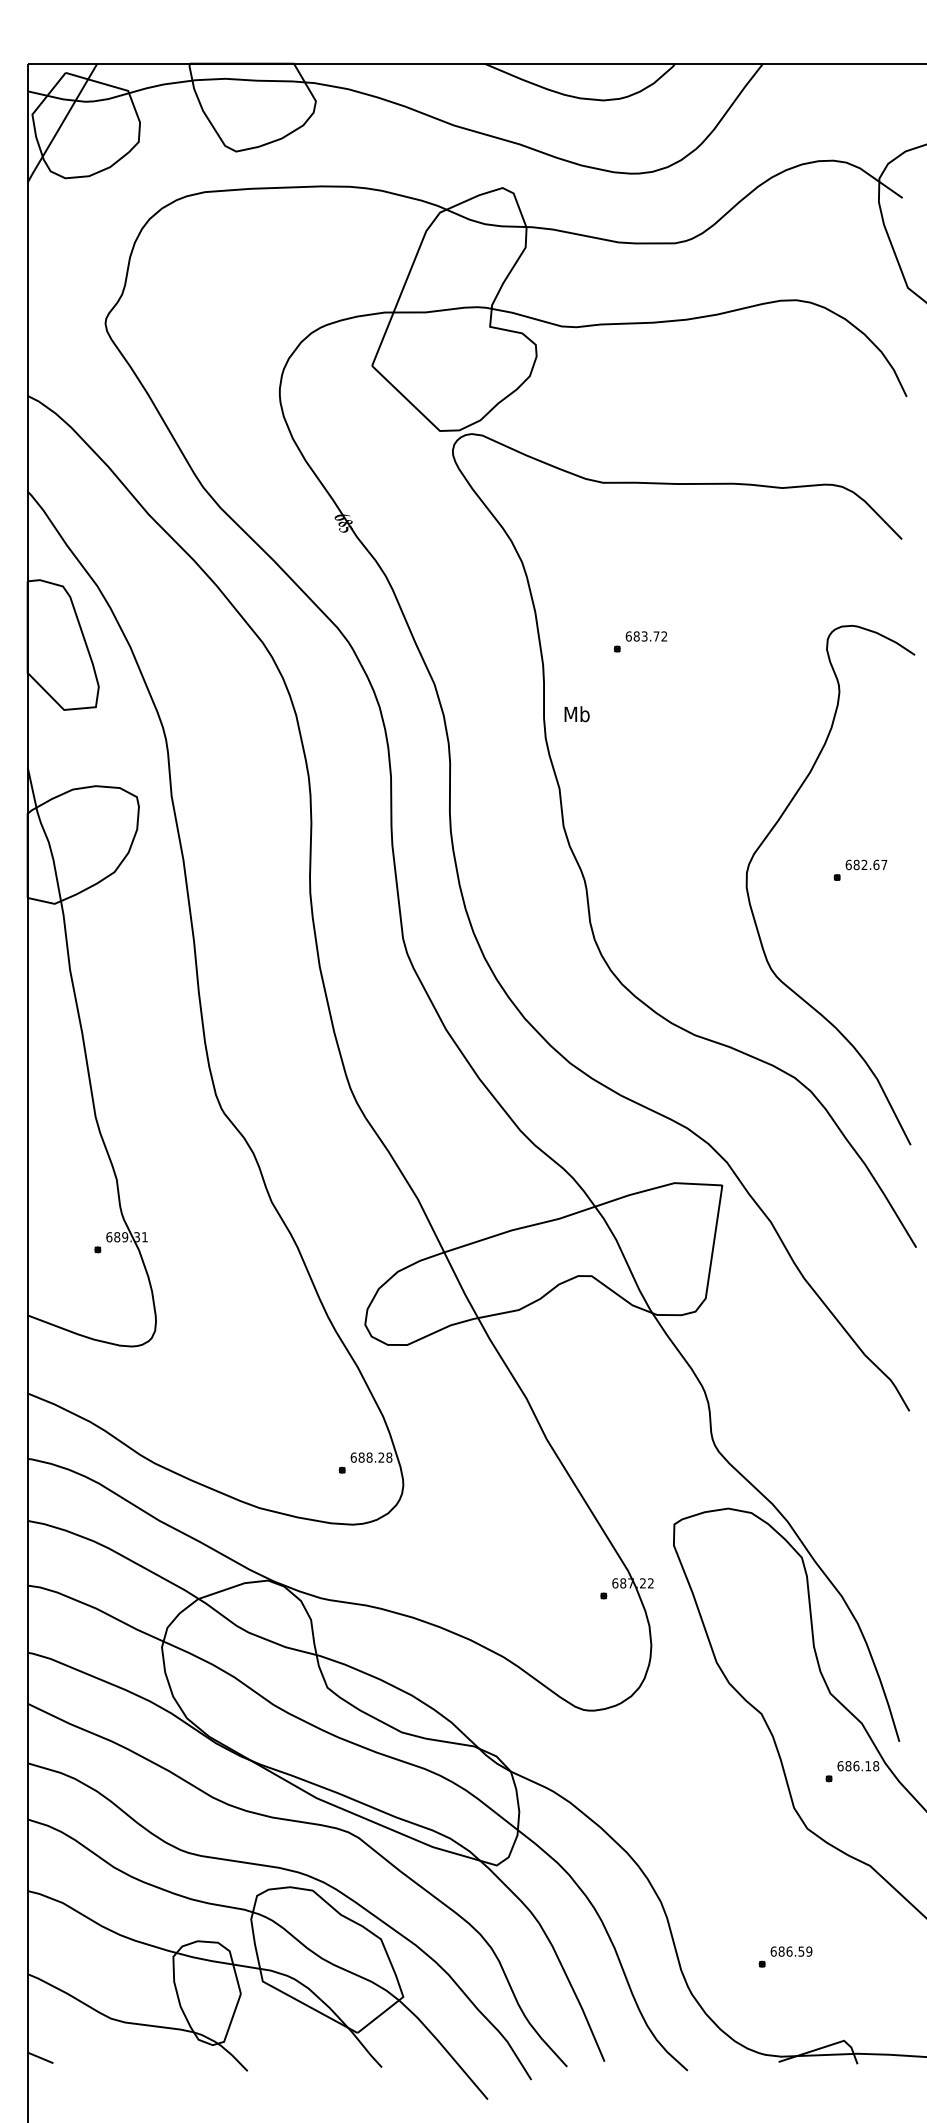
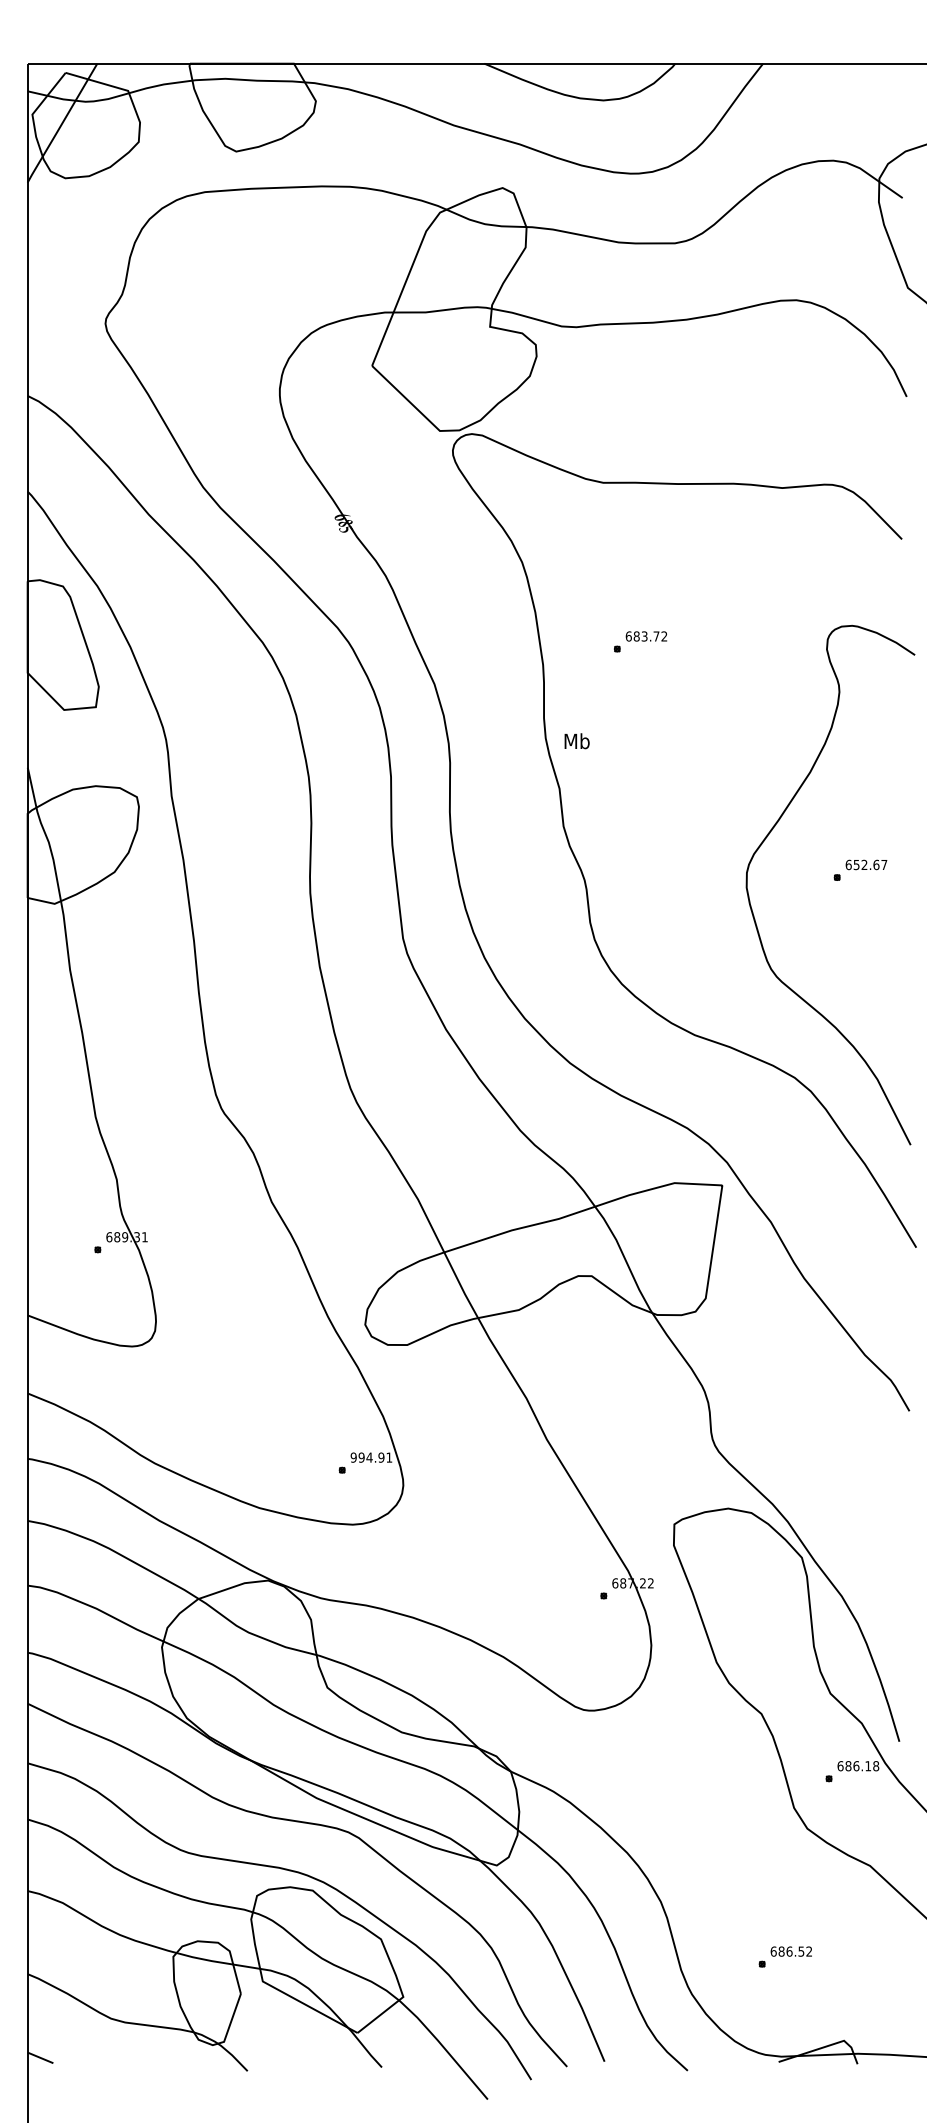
text at (576, 714) position: (576, 714) -> (576, 741)
text at (856, 864): 682.67 -> 652.67
text at (371, 1457): 688.28 -> 994.91
text at (809, 1951): 686.59 -> 686.52
